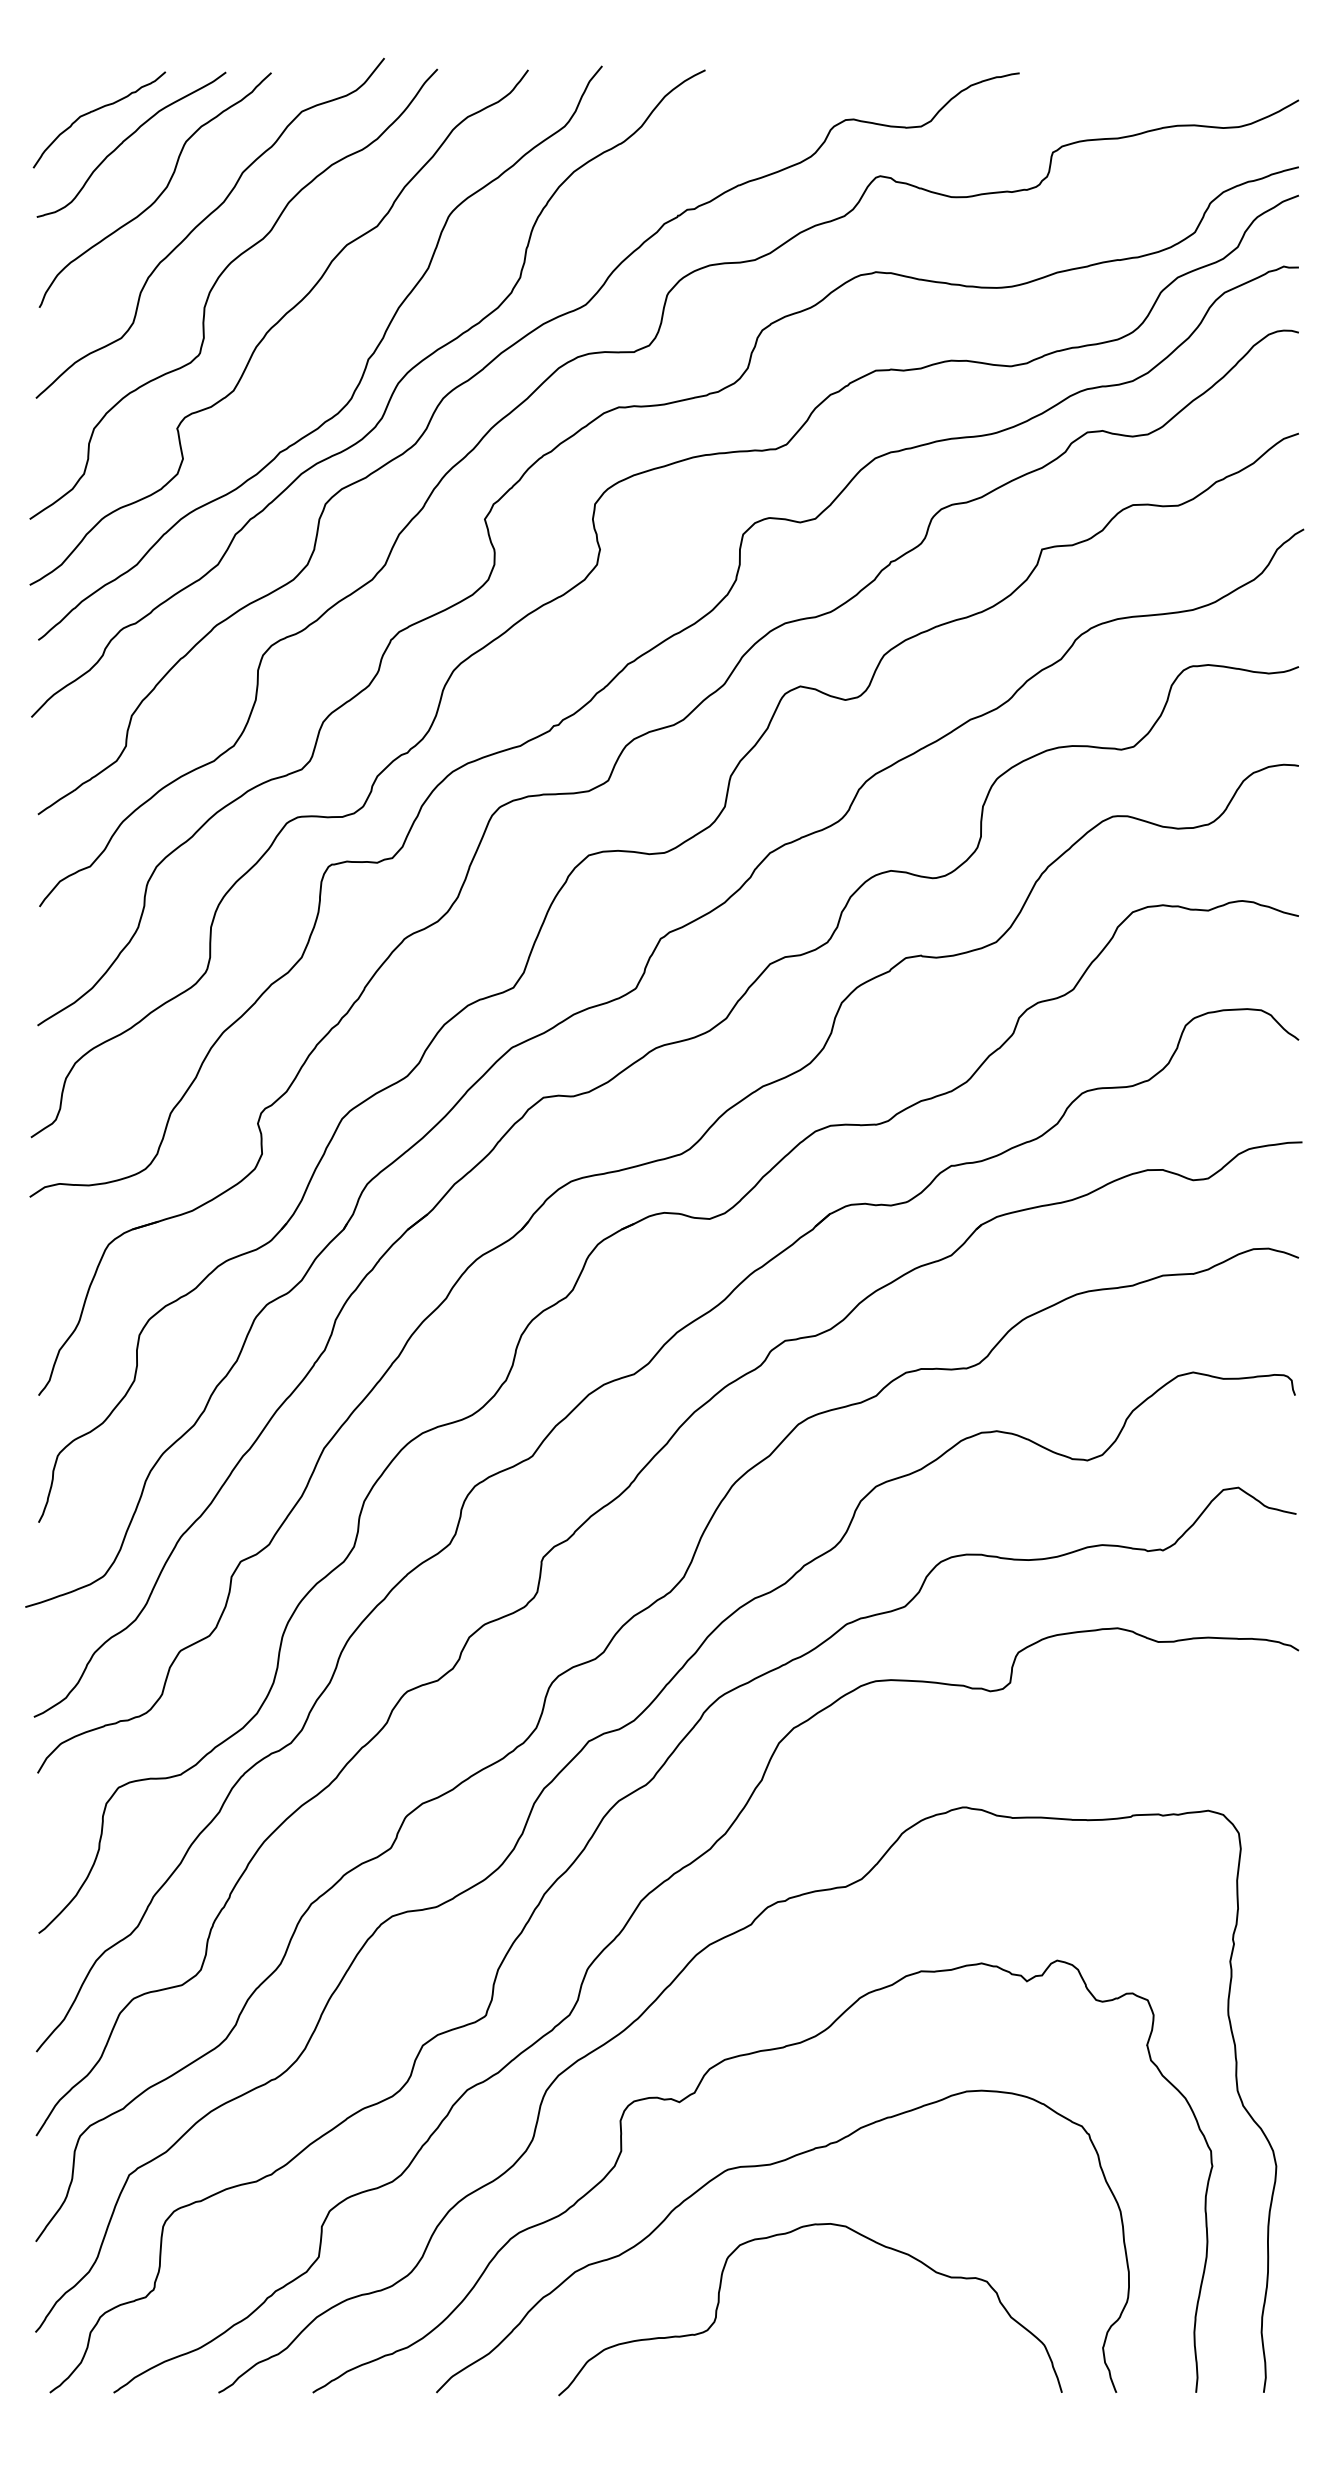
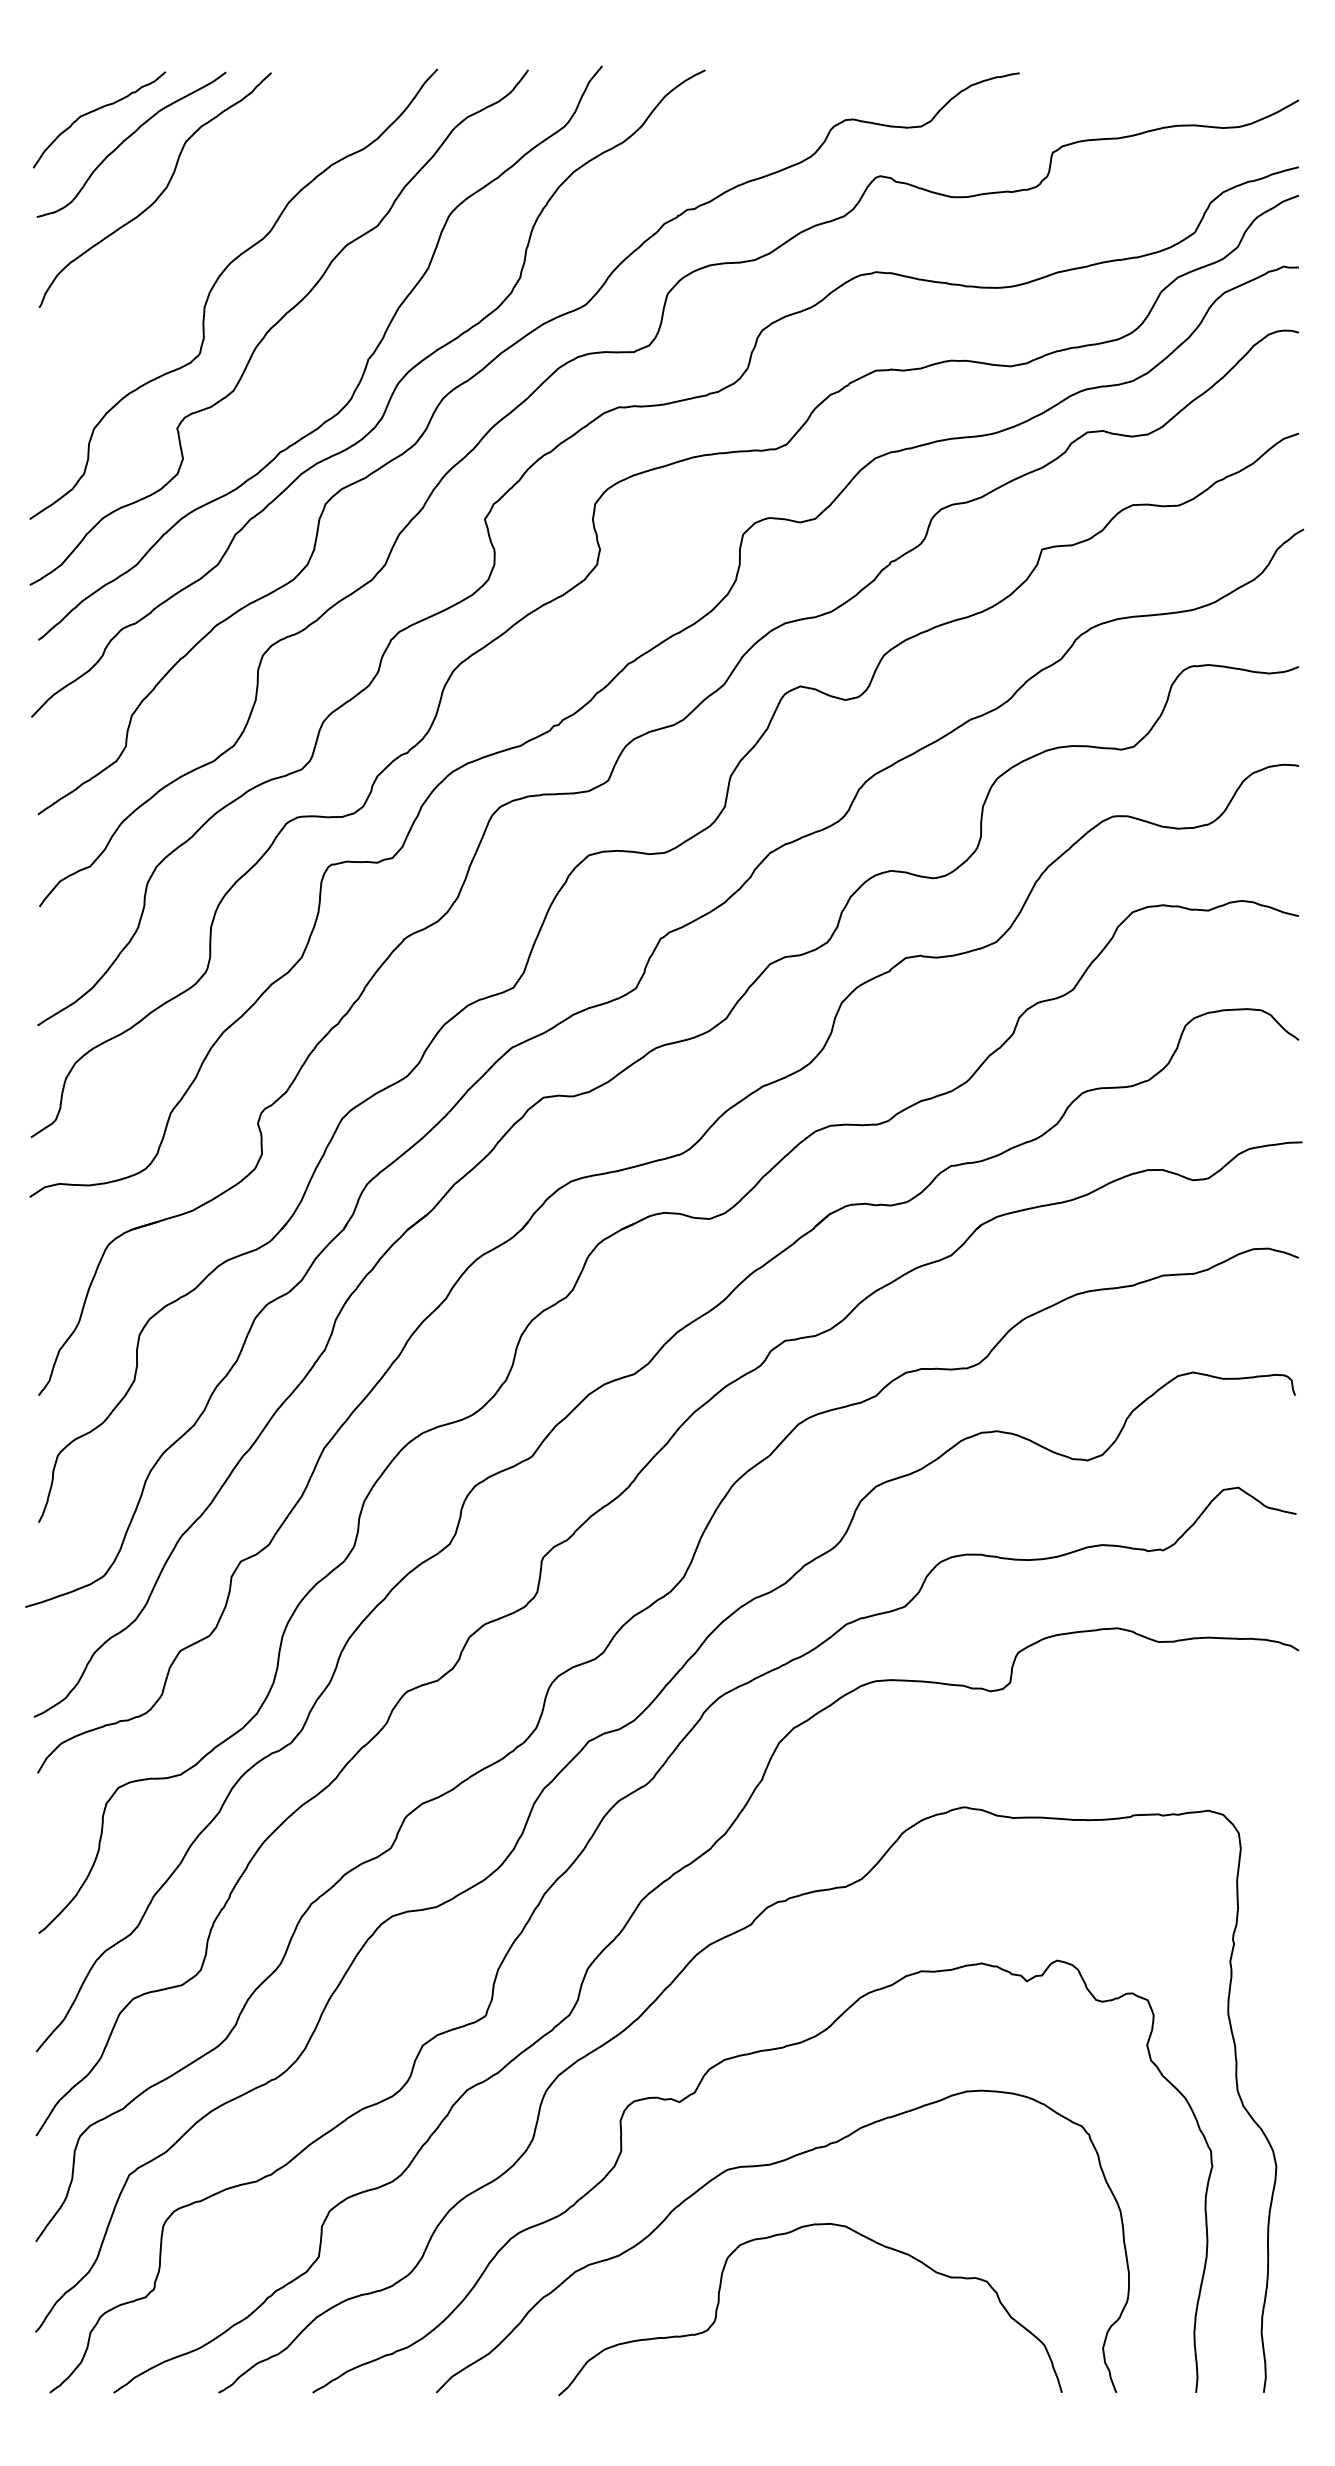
curve at (203, 221): present -> none
